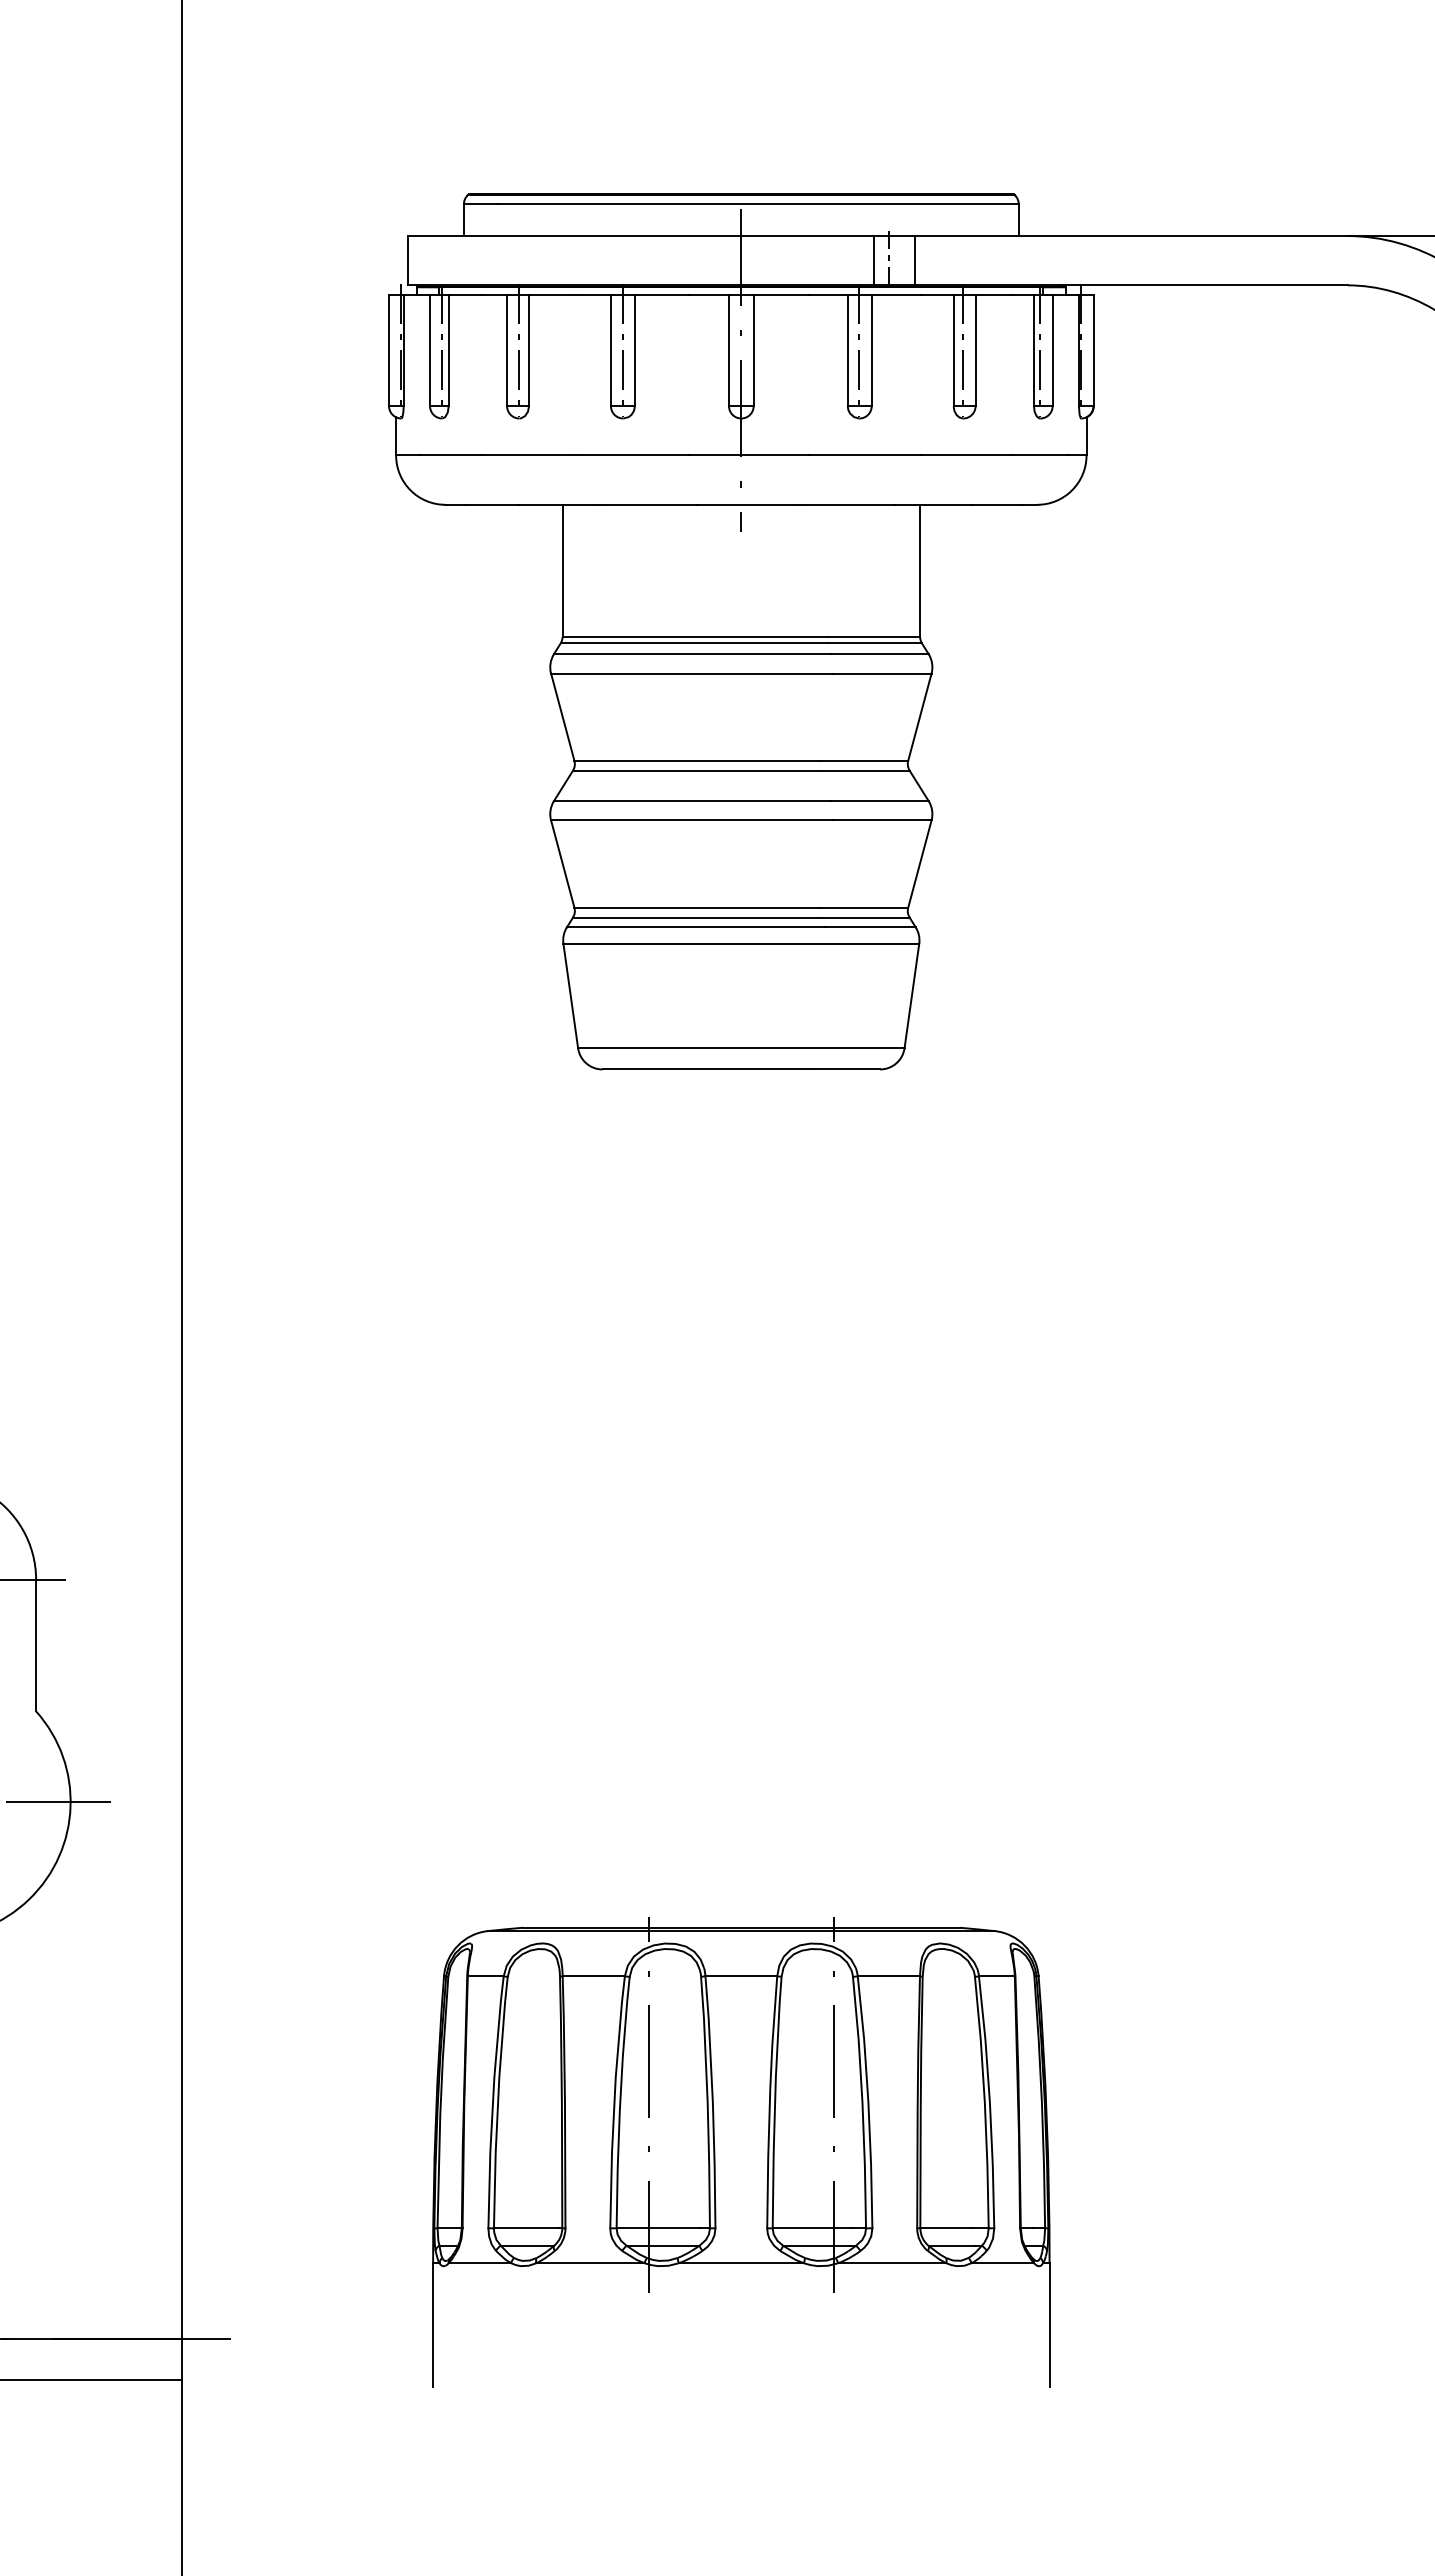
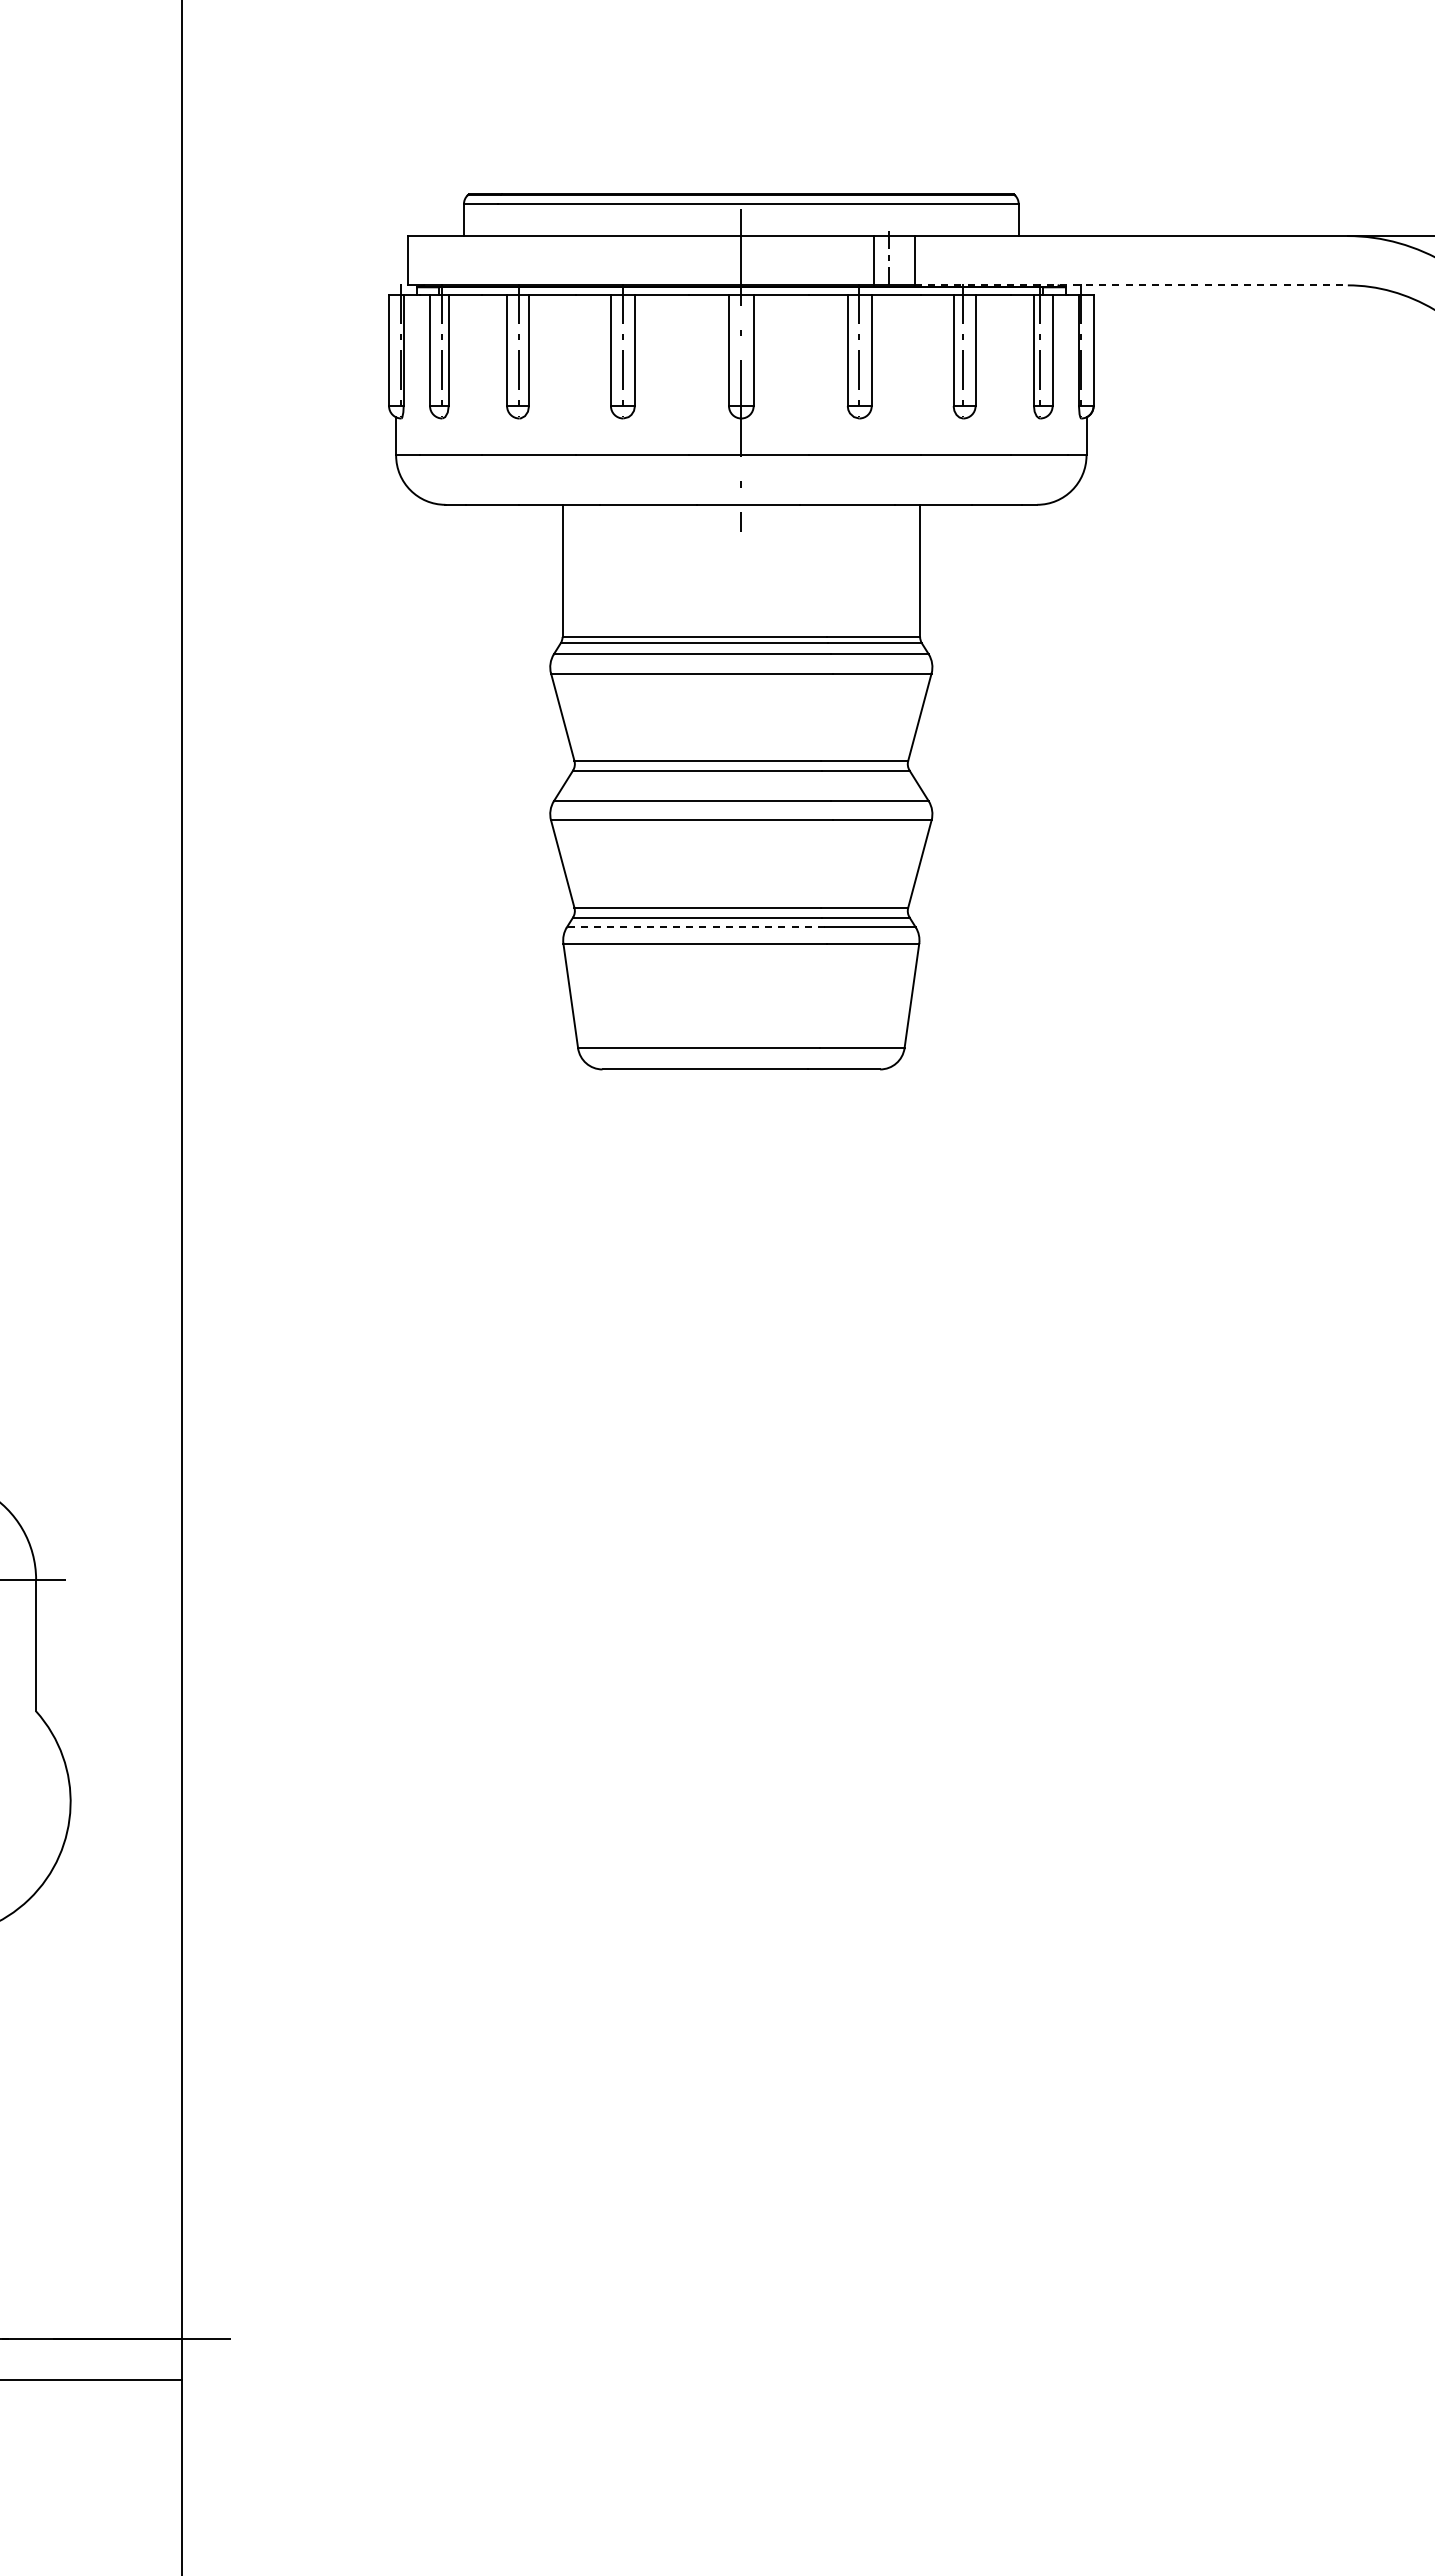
line at (1131, 285): solid -> dashed
line at (695, 927): solid -> dashed
line at (56, 1801): present -> none
part at (741, 2152): present -> none
